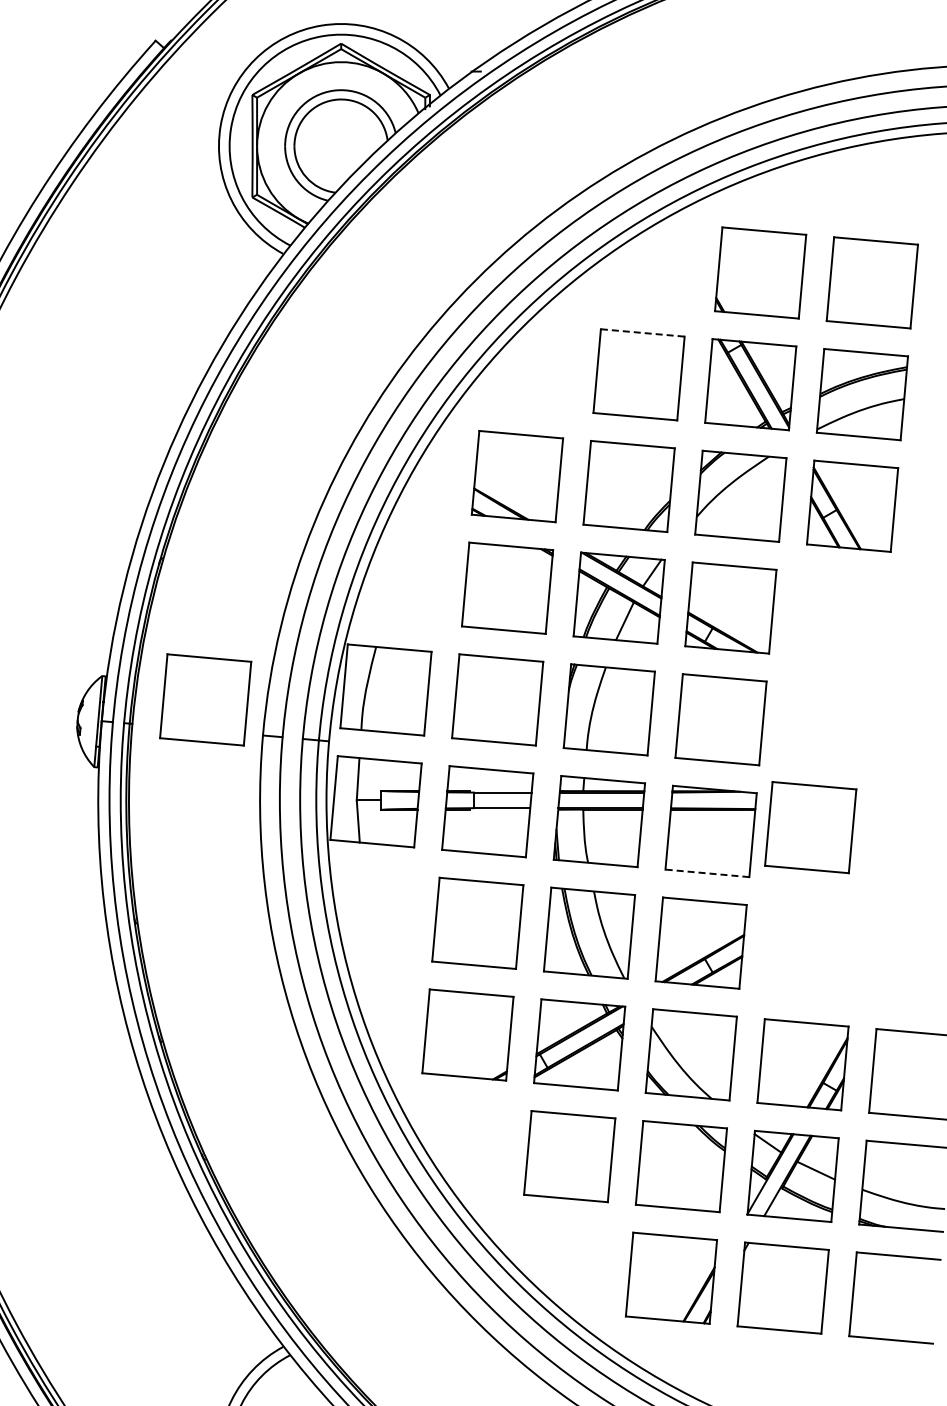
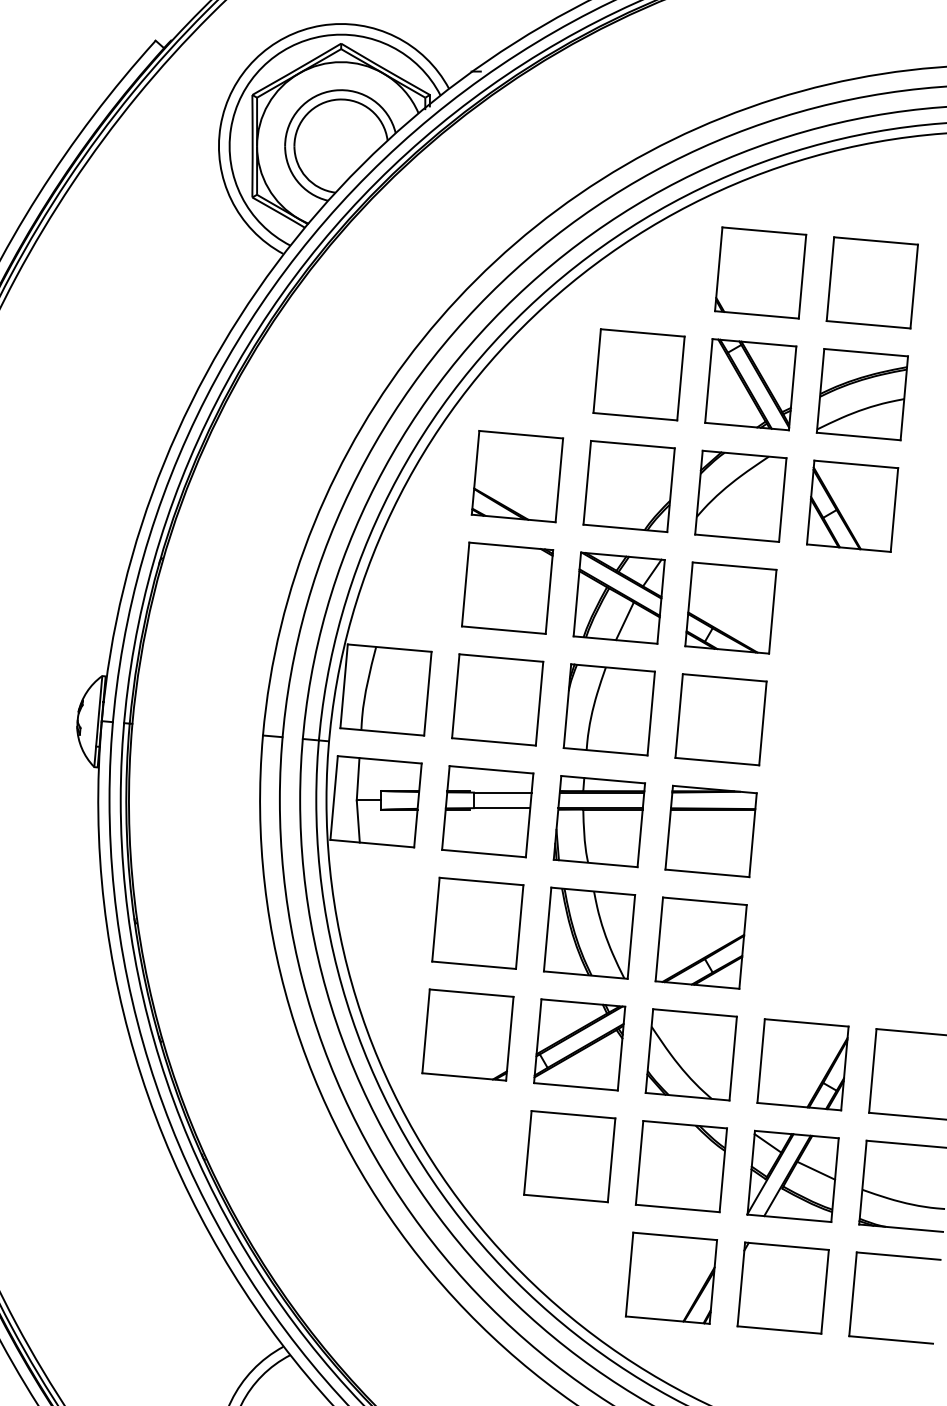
line at (643, 333): dashed -> solid
part at (205, 699): present -> none
part at (810, 827): present -> none
line at (706, 873): dashed -> solid
